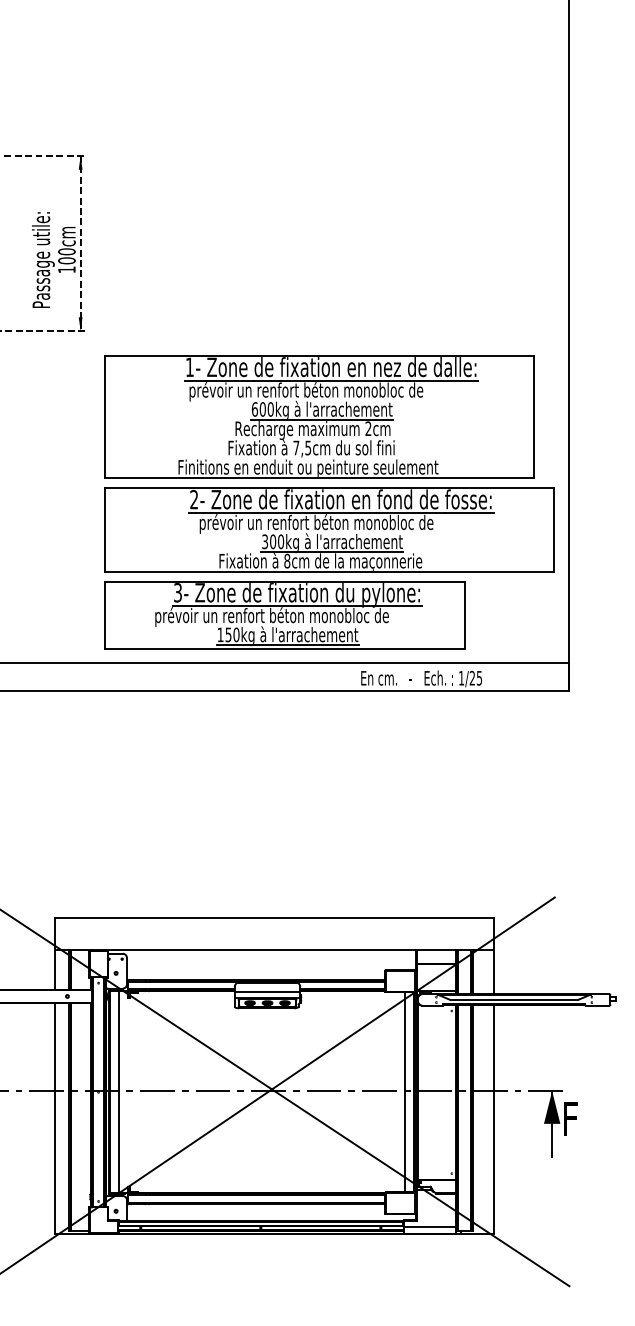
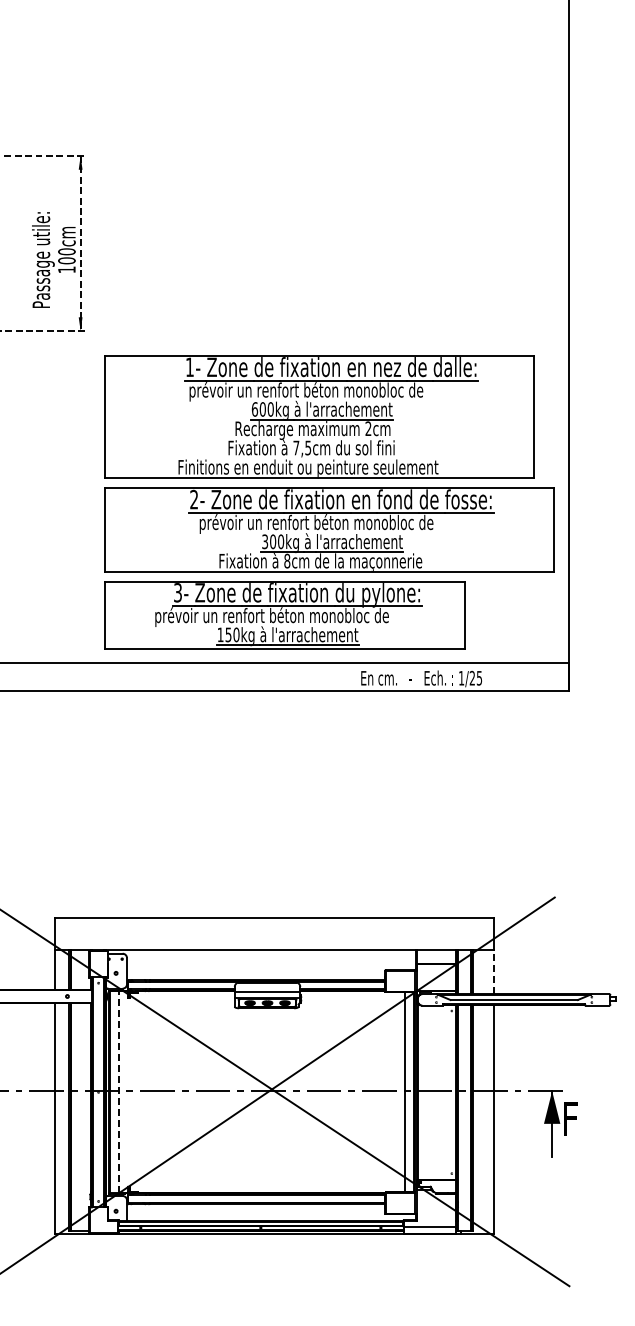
line at (493, 972): solid -> dashed
line at (119, 1092): solid -> dashed
